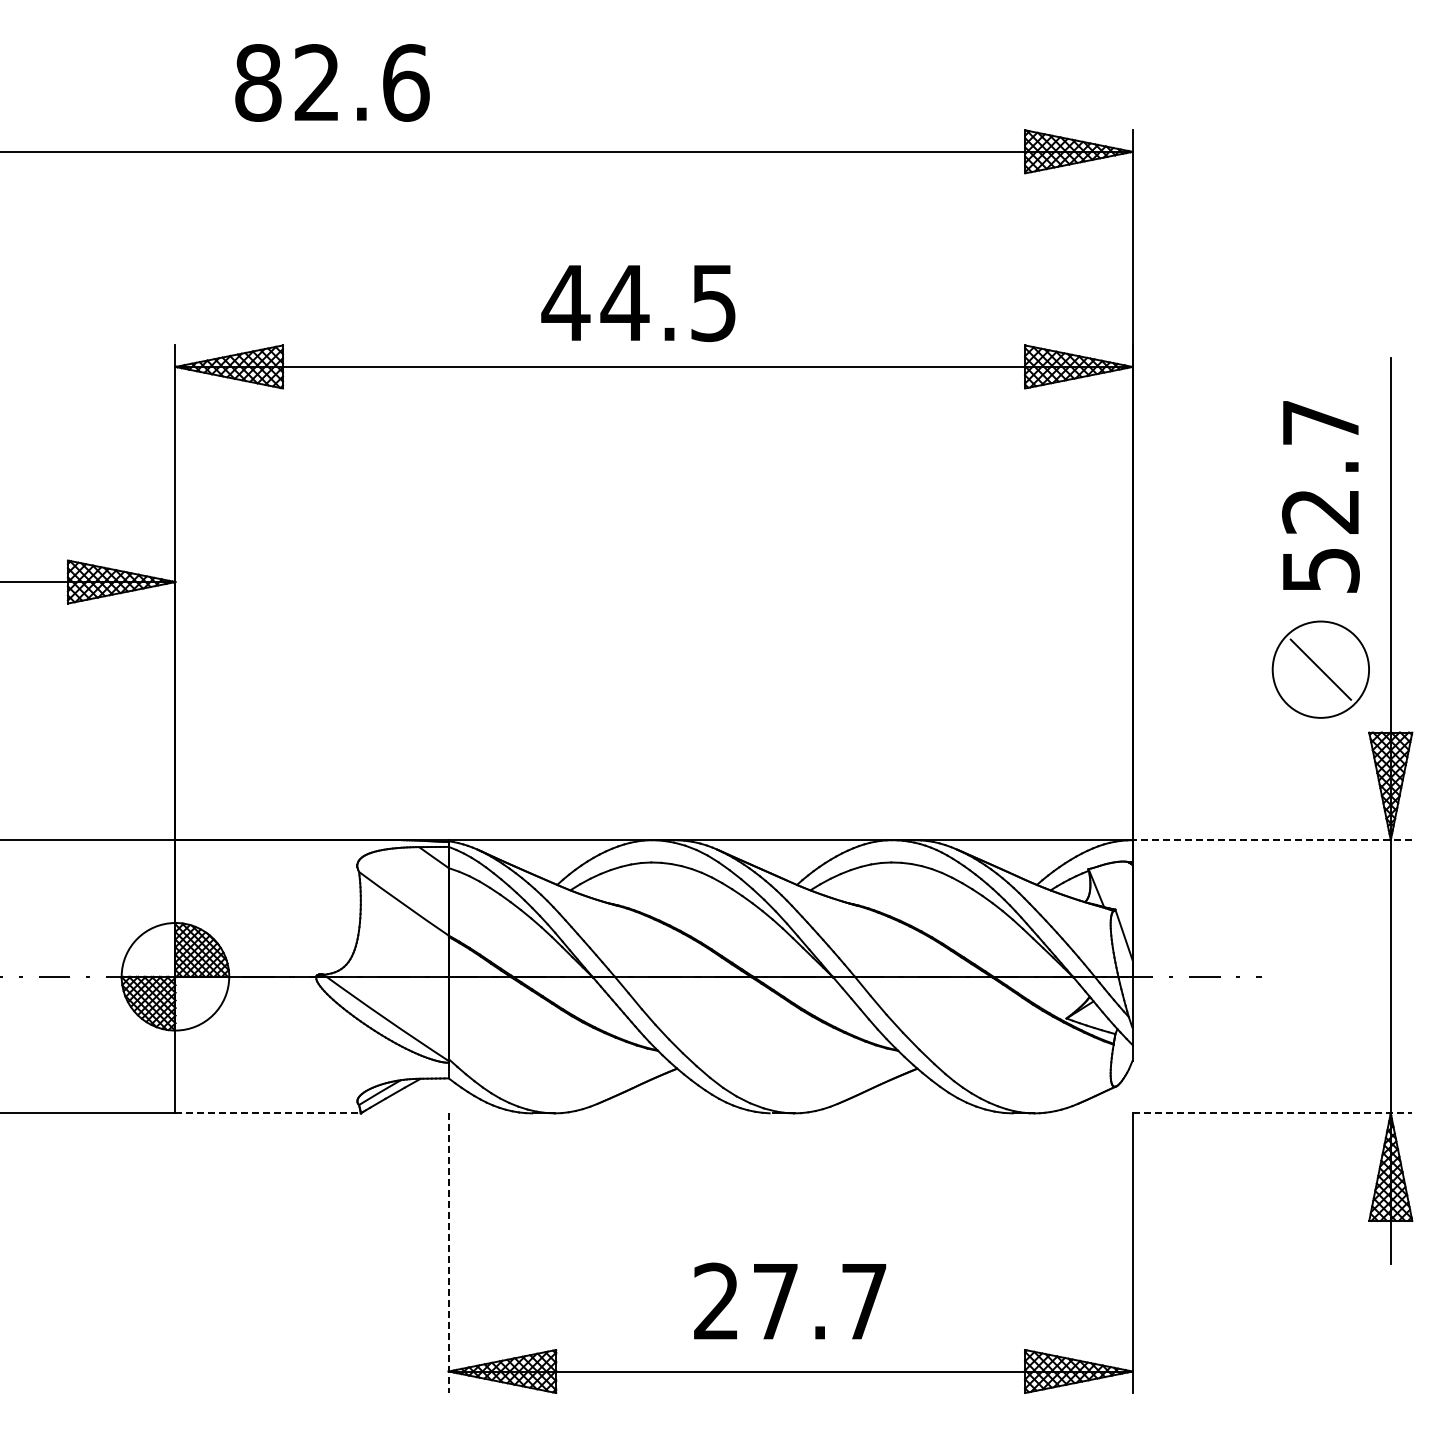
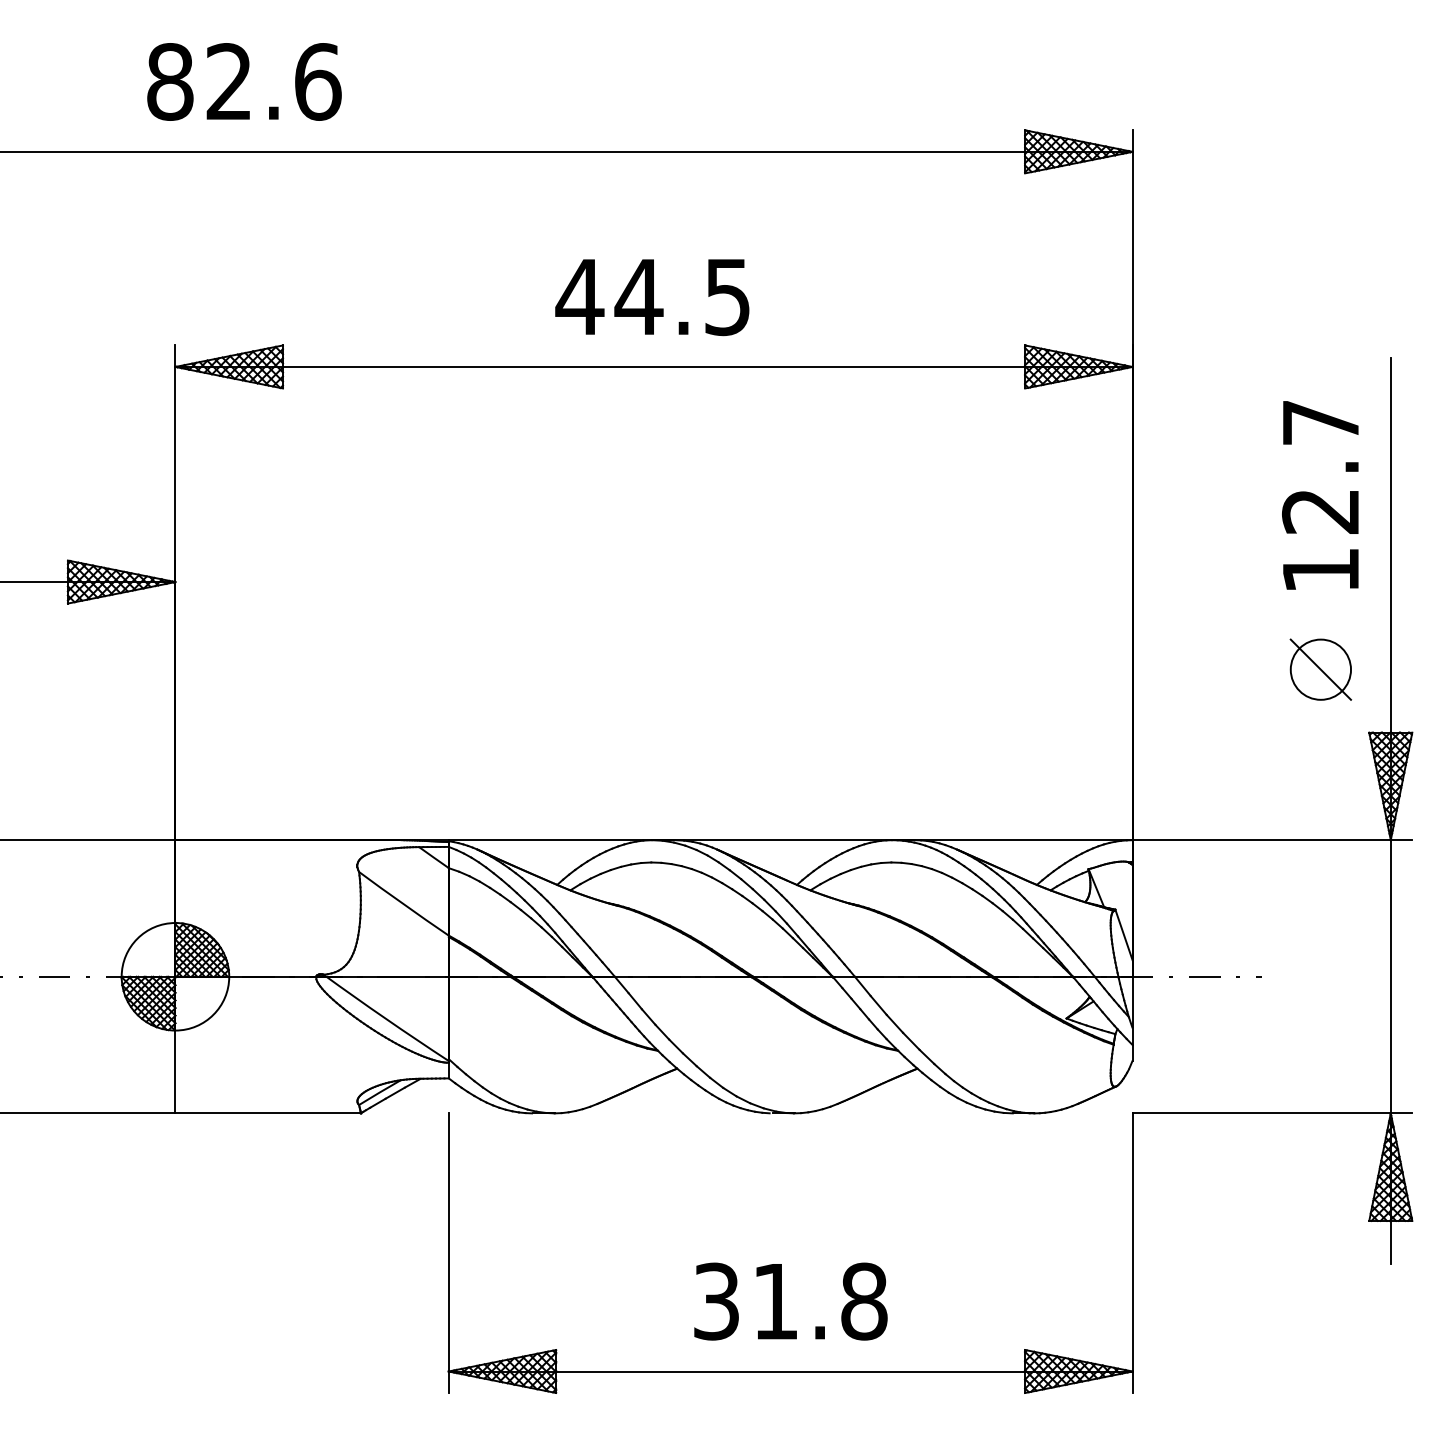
text at (332, 82) position: (332, 82) -> (244, 81)
text at (638, 303) position: (638, 303) -> (652, 297)
text at (1321, 570): 52.7 -> 12.7
circle at (1320, 669) diameter: 96 px -> 60 px
line at (1272, 840): dashed -> solid
line at (268, 1113): dashed -> solid
line at (1272, 1113): dashed -> solid
line at (448, 1253): dashed -> solid
text at (790, 1301): 27.7 -> 31.8
